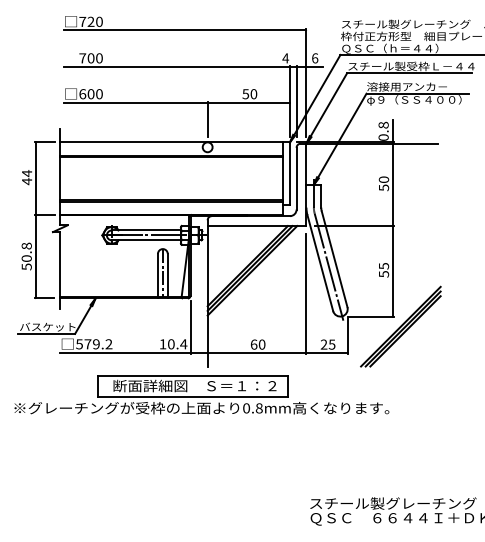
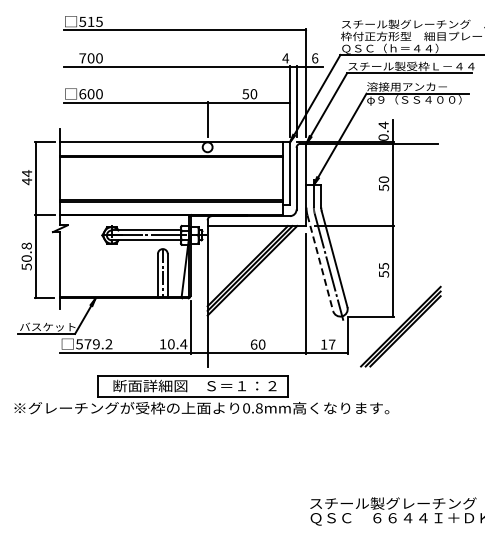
text at (90, 21): 720 -> 515
text at (383, 124): 0.8 -> 0.4
line at (320, 263): solid -> dashed
text at (327, 344): 25 -> 17
